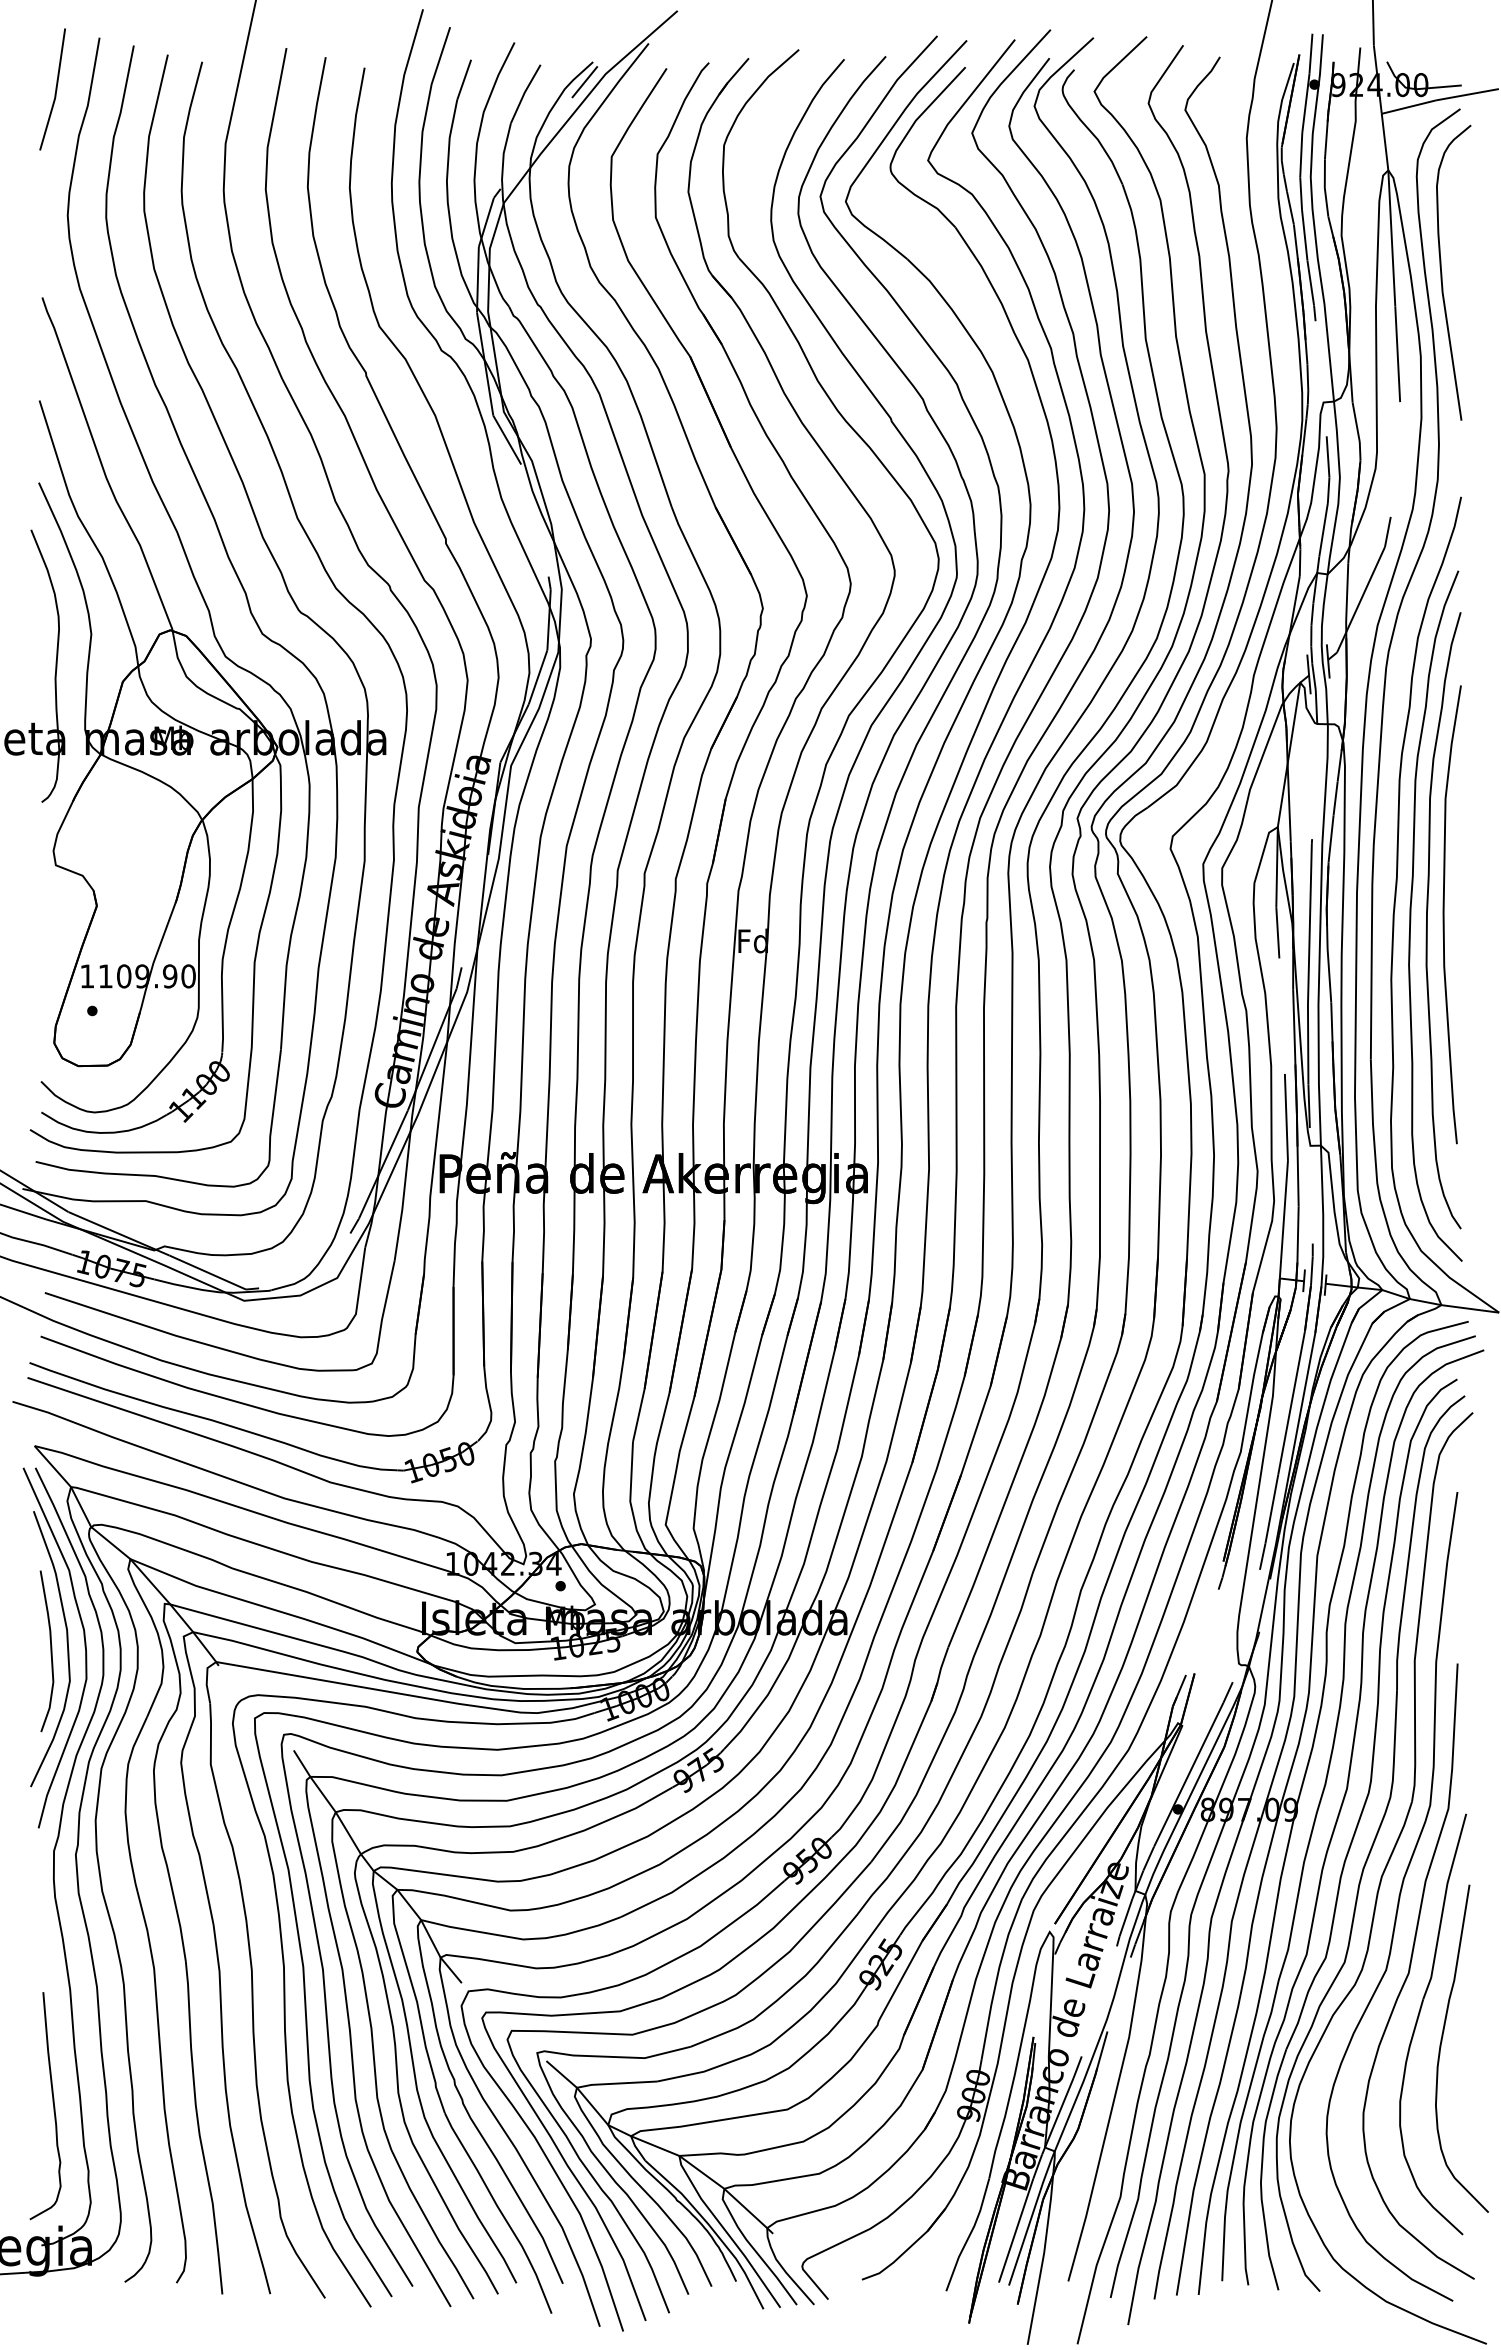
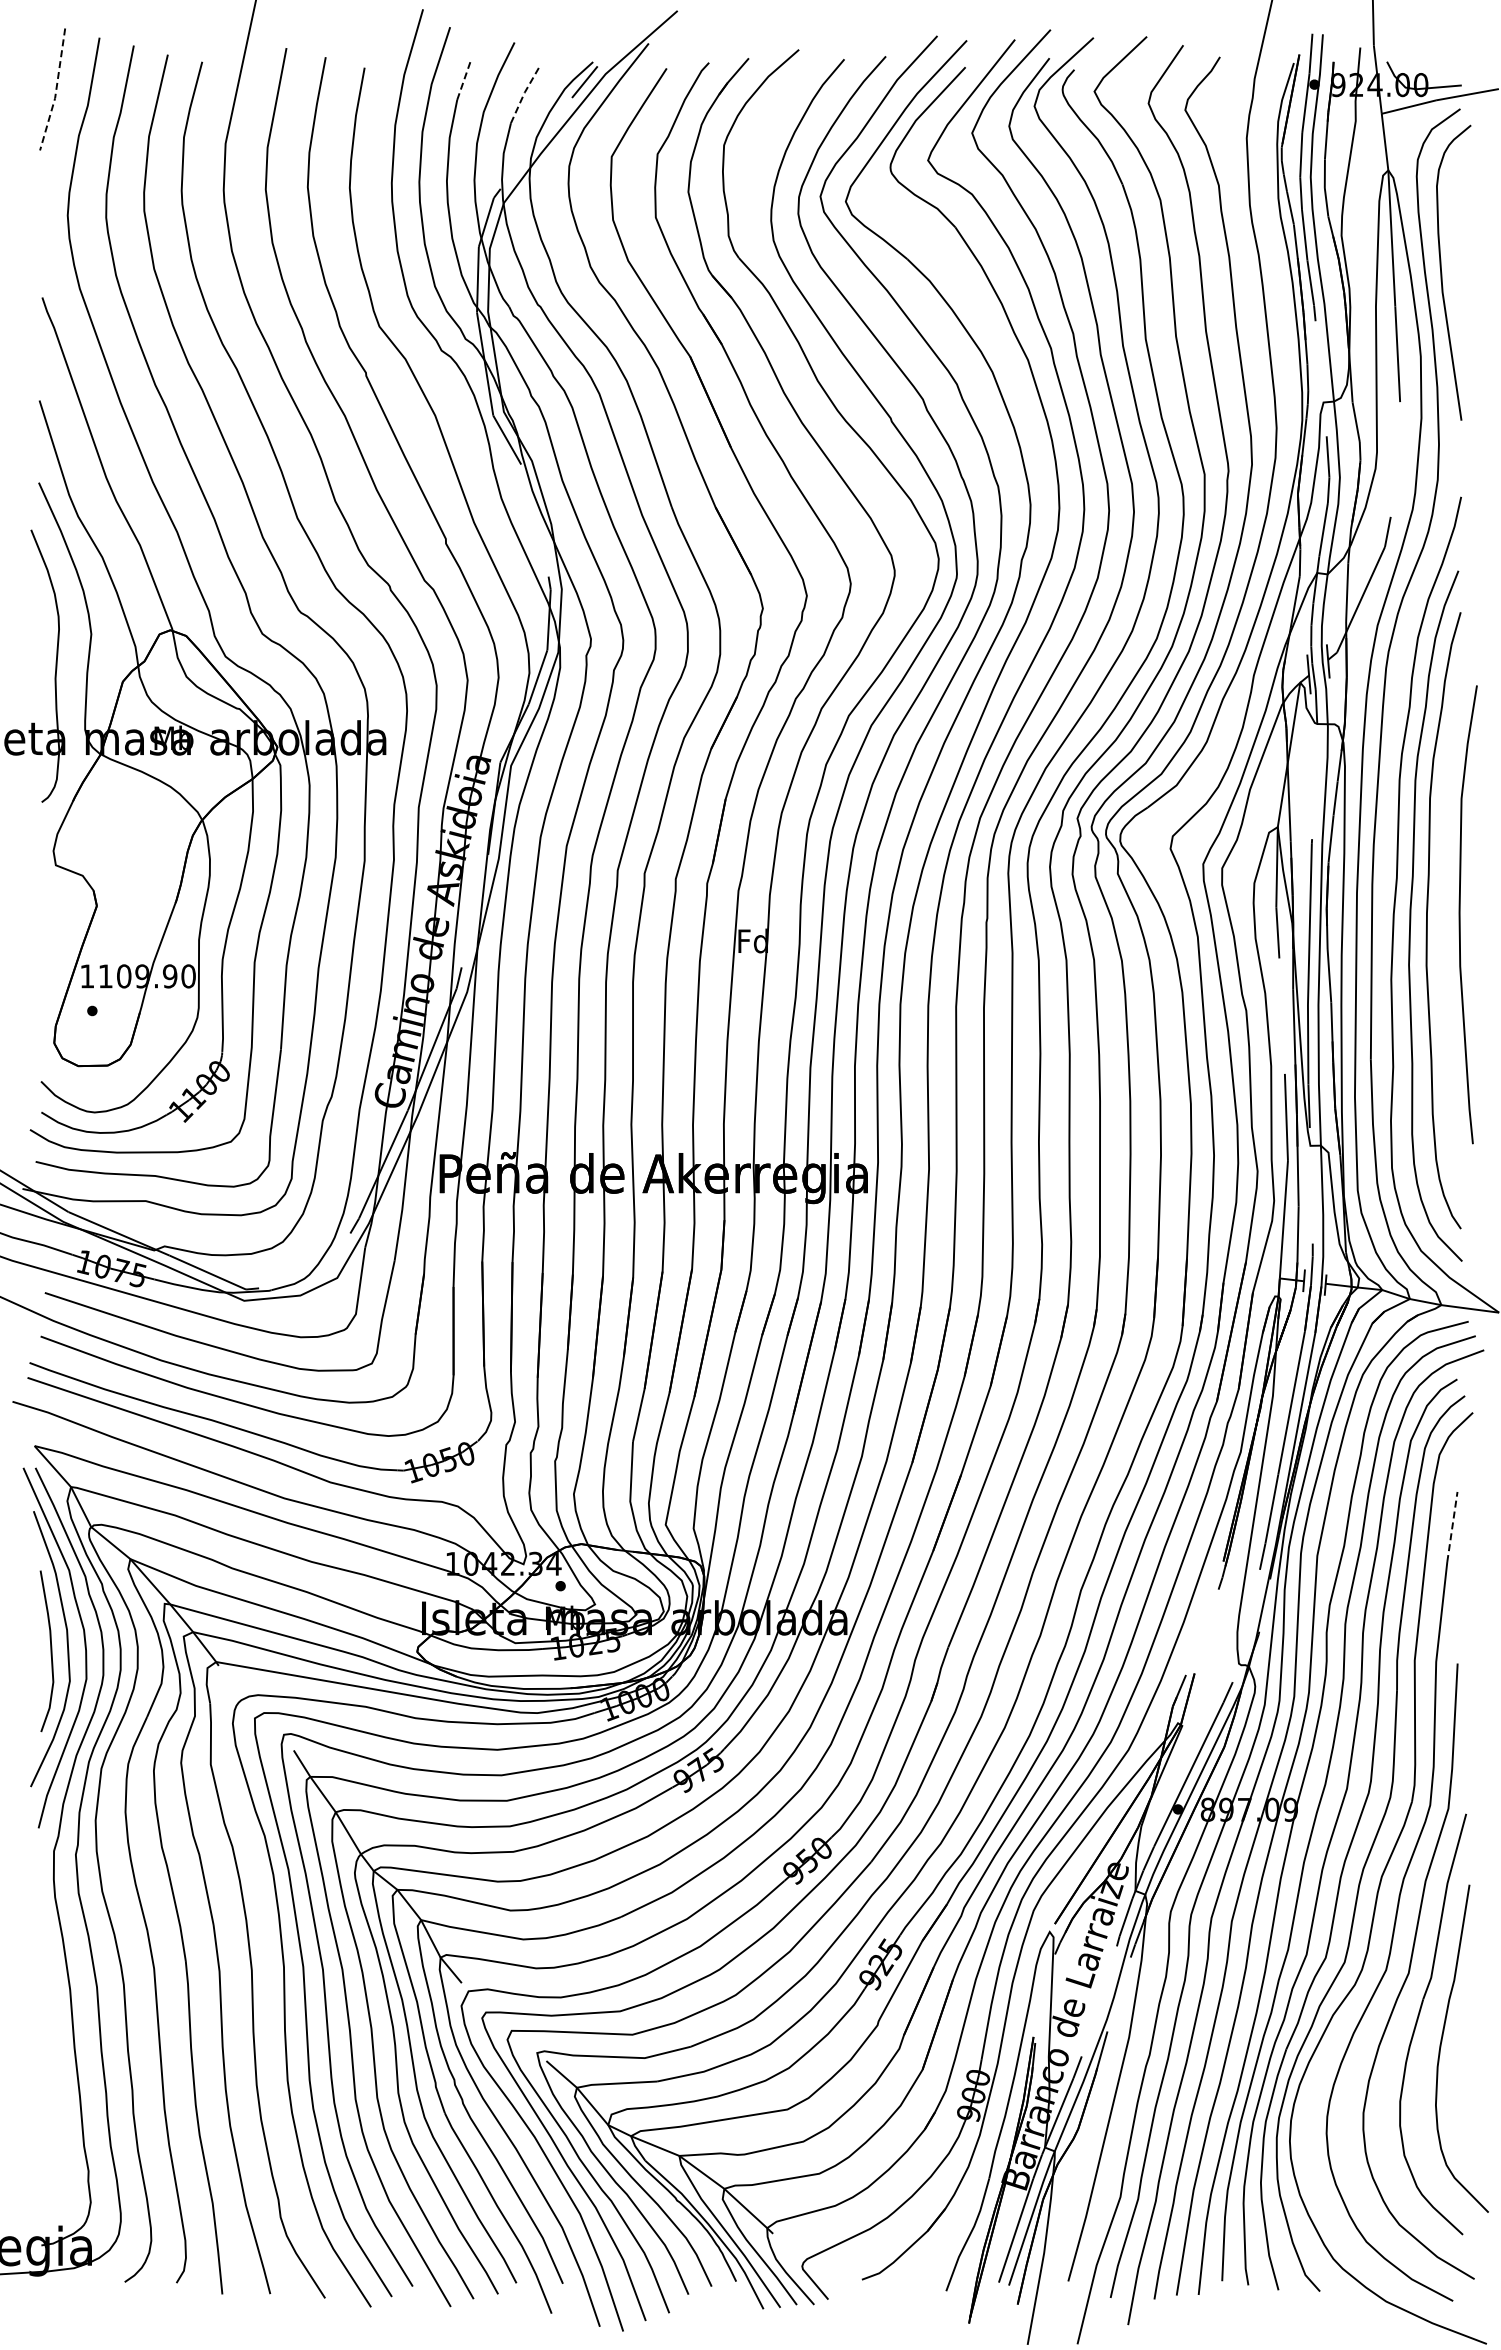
line at (464, 79): solid -> dashed
line at (56, 91): solid -> dashed
line at (524, 92): solid -> dashed
curve at (1444, 914) position: (1444, 914) -> (1460, 914)
line at (1452, 1526): solid -> dashed
curve at (53, 2106): present -> none
